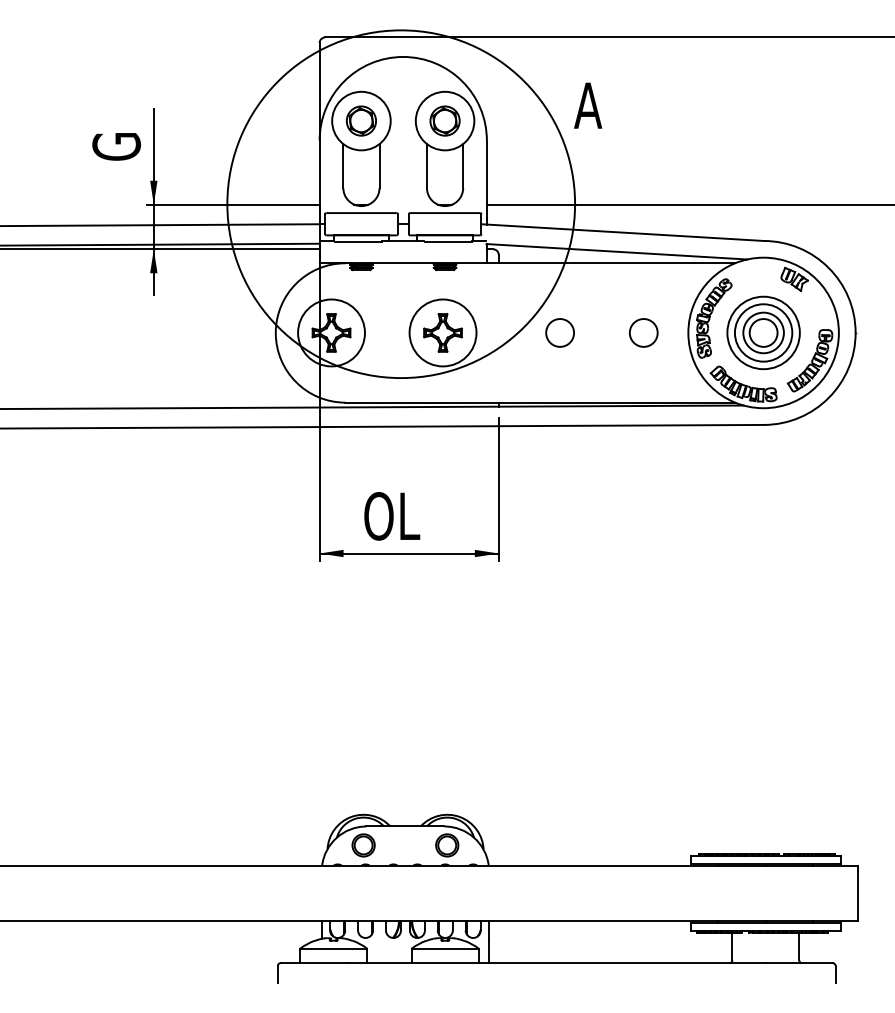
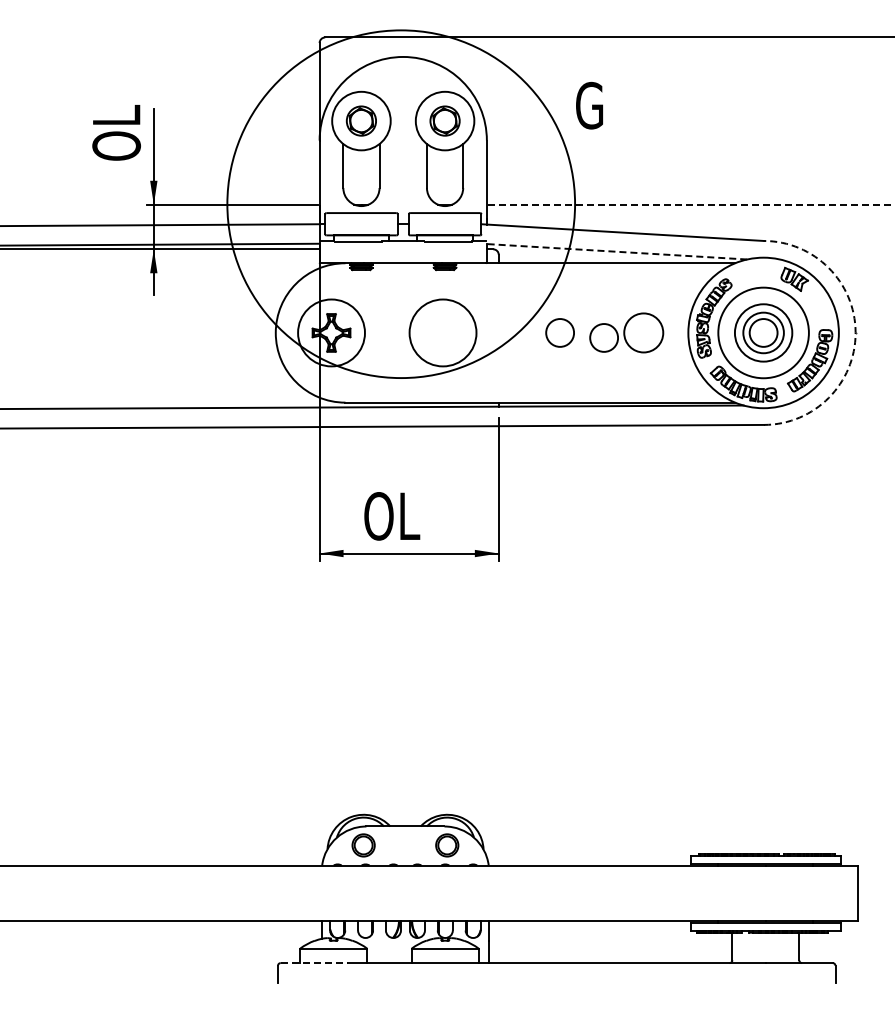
text at (588, 105): A -> G
text at (116, 129): G -> OL
line at (690, 204): solid -> dashed
line at (616, 251): solid -> dashed
part at (442, 332): present -> none
circle at (643, 332) diameter: 28 px -> 39 px
circle at (763, 332) diameter: 72 px -> 91 px
arc at (855, 332): solid -> dashed
circle at (603, 337): none -> present
line at (314, 963): solid -> dashed
